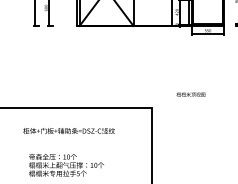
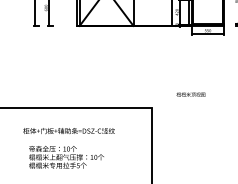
text at (66, 165) position: (66, 165) -> (66, 157)
